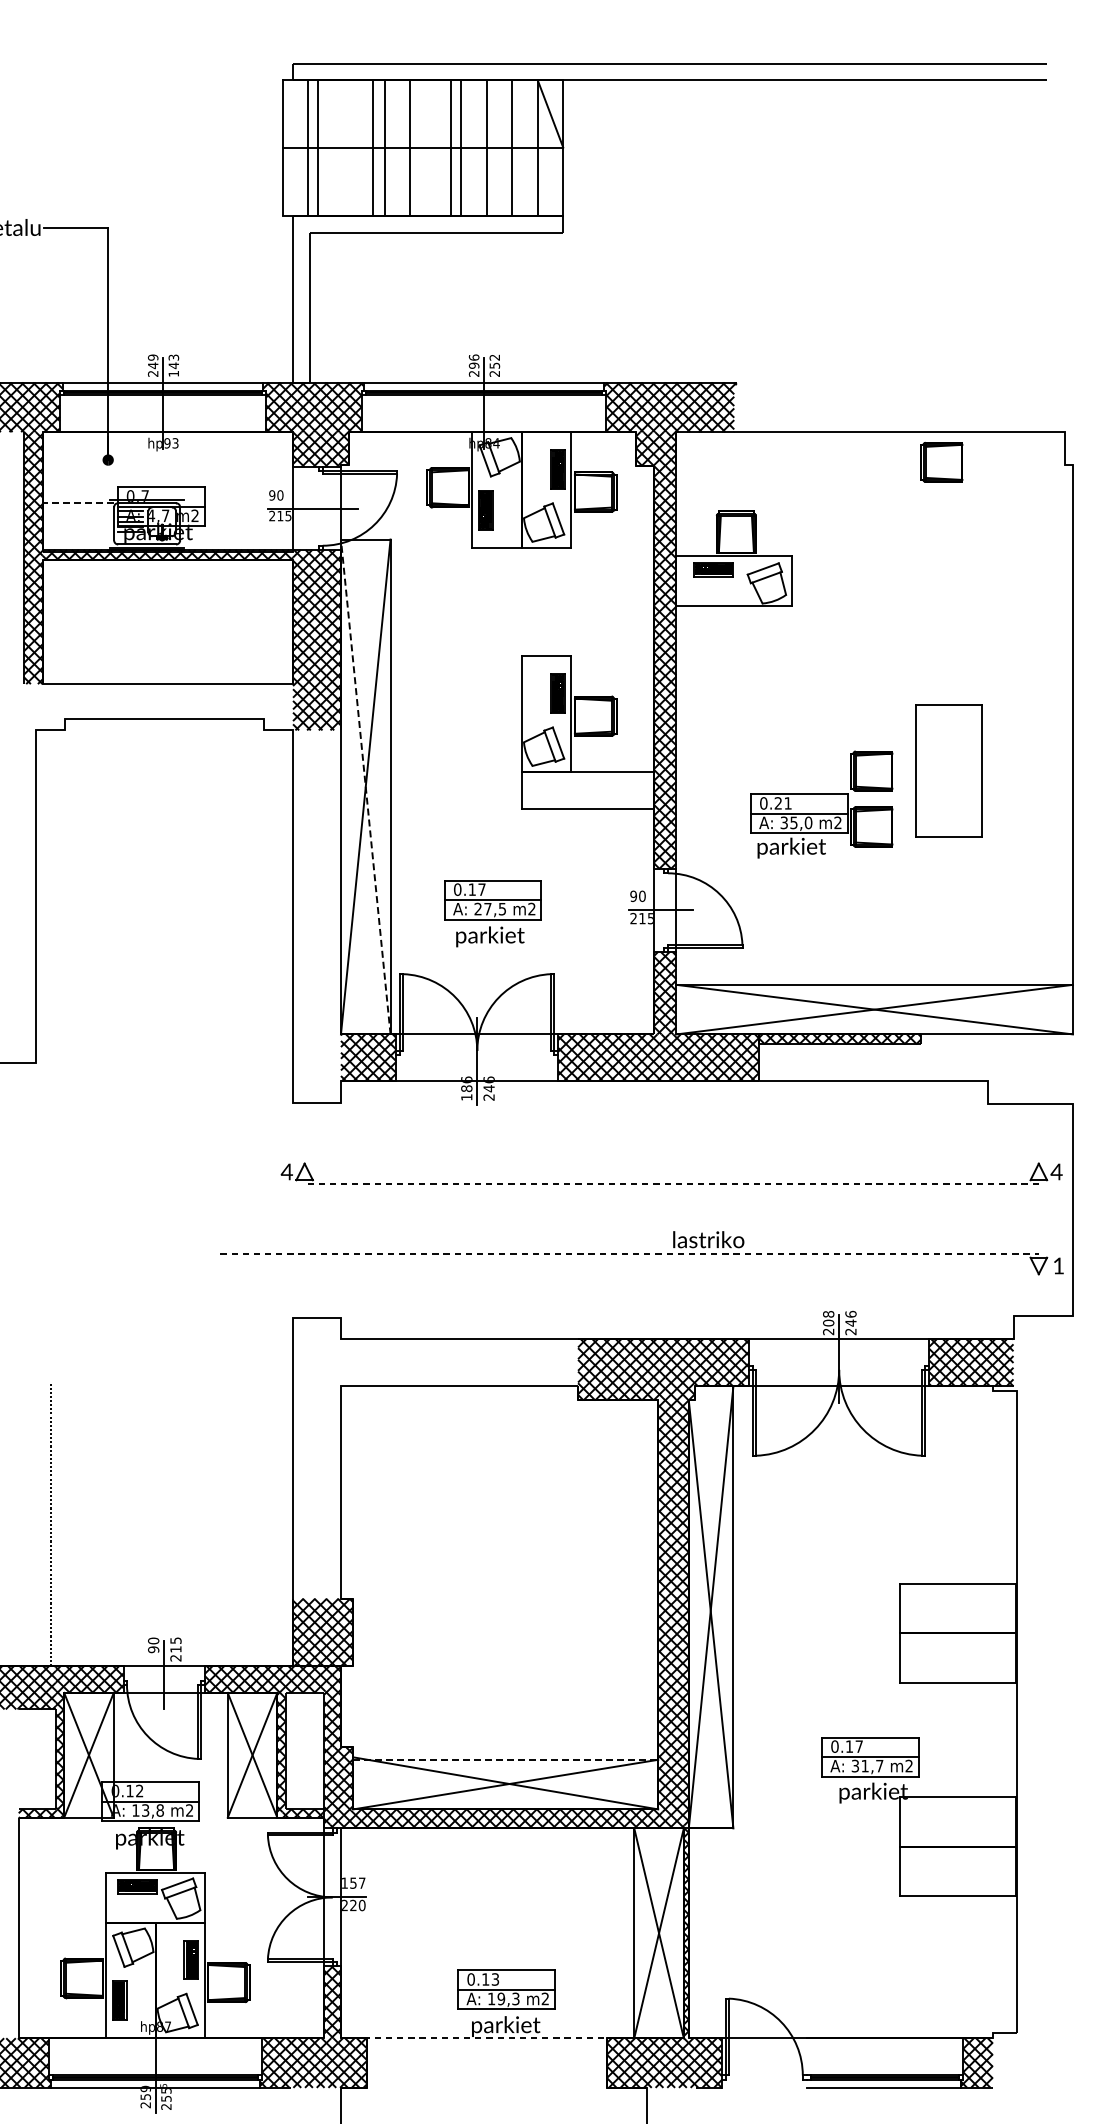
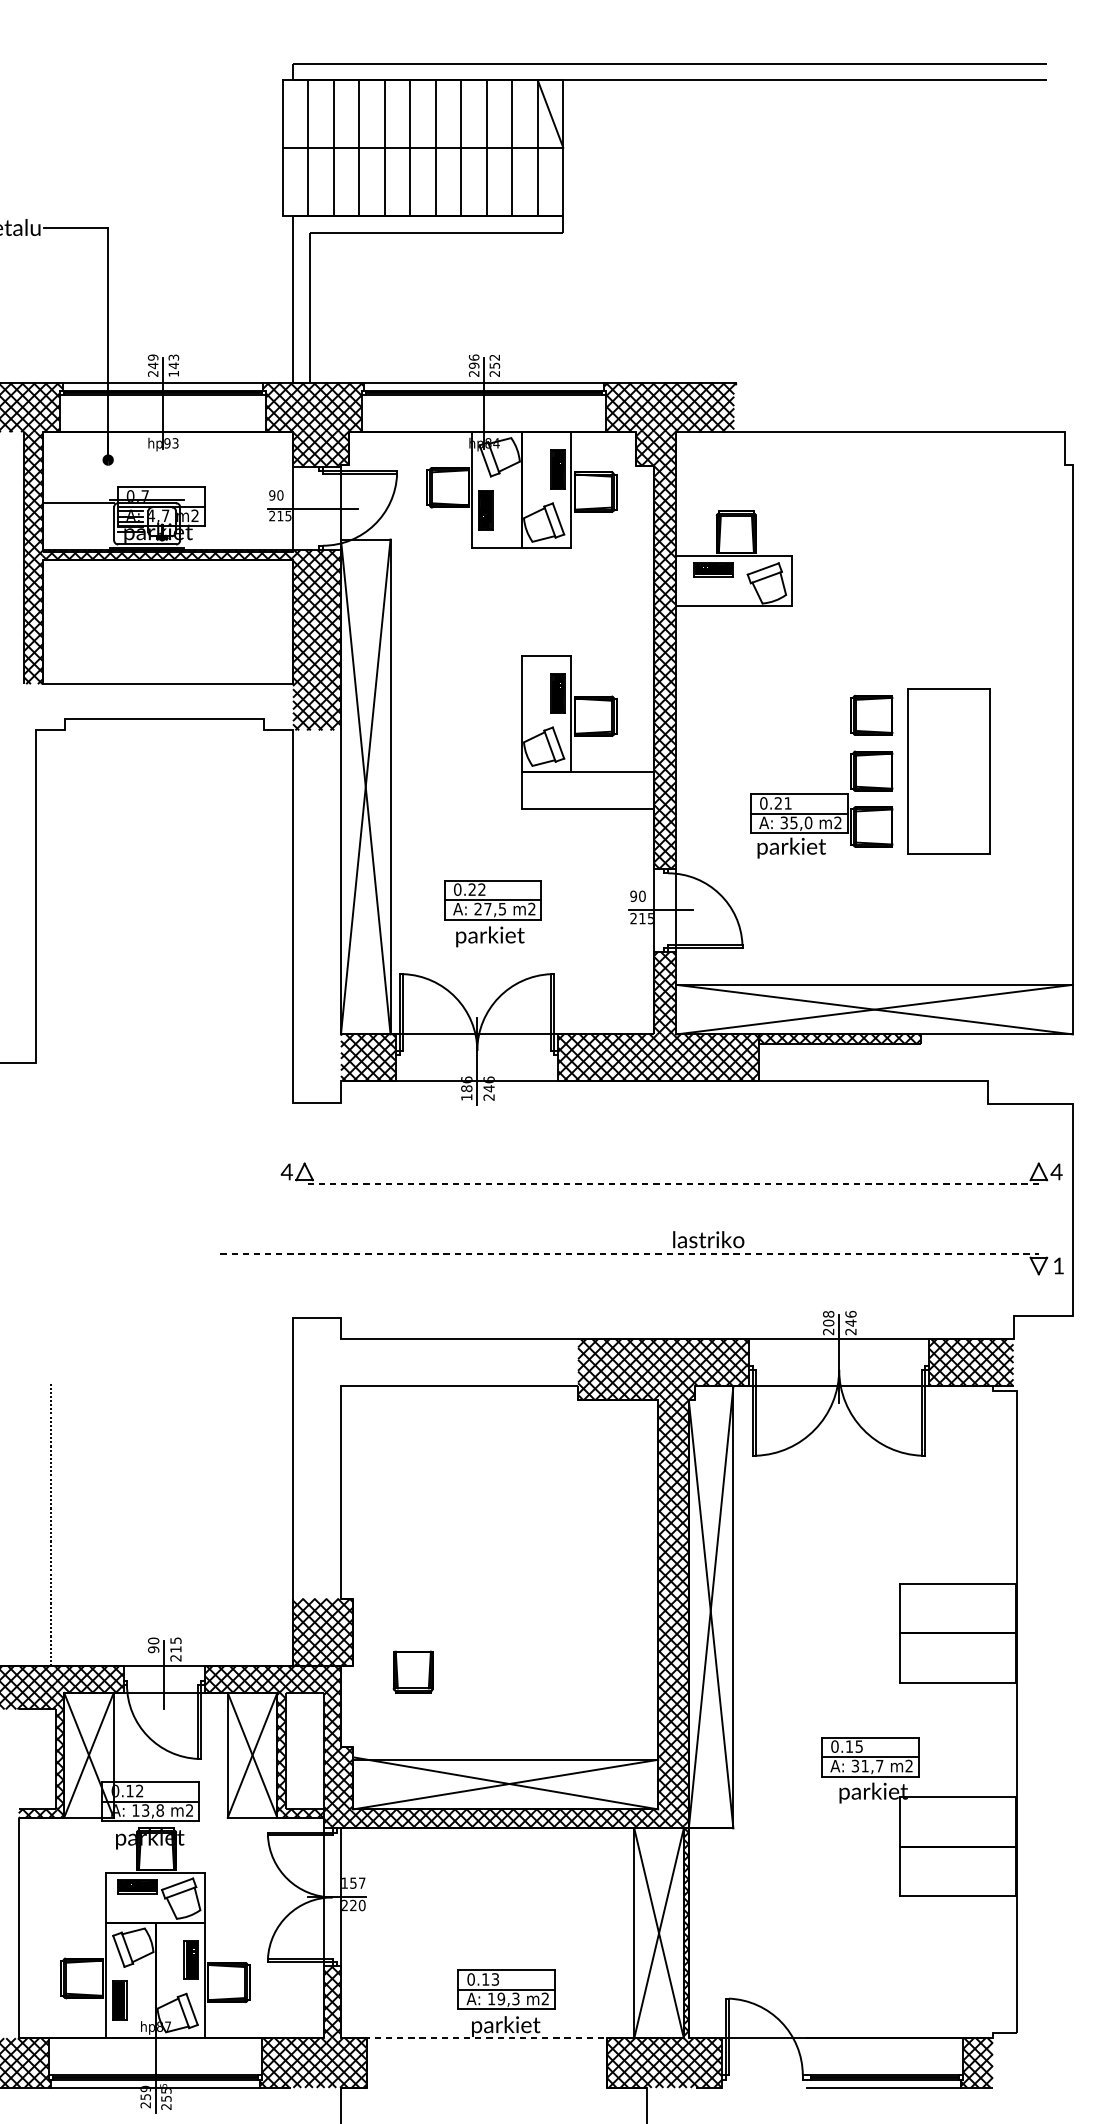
line at (317, 147) position: (317, 147) -> (333, 147)
line at (373, 147) position: (373, 147) -> (359, 147)
line at (450, 147) position: (450, 147) -> (435, 147)
part at (941, 462) position: (941, 462) -> (871, 715)
line at (78, 503): dashed -> solid
part at (948, 770) size: 68x134 px -> 84x167 px
line at (365, 786): dashed -> solid
text at (476, 889): 0.17 -> 0.22
part at (412, 1671): none -> present
text at (858, 1746): 0.17 -> 0.15
line at (506, 1759): dashed -> solid
